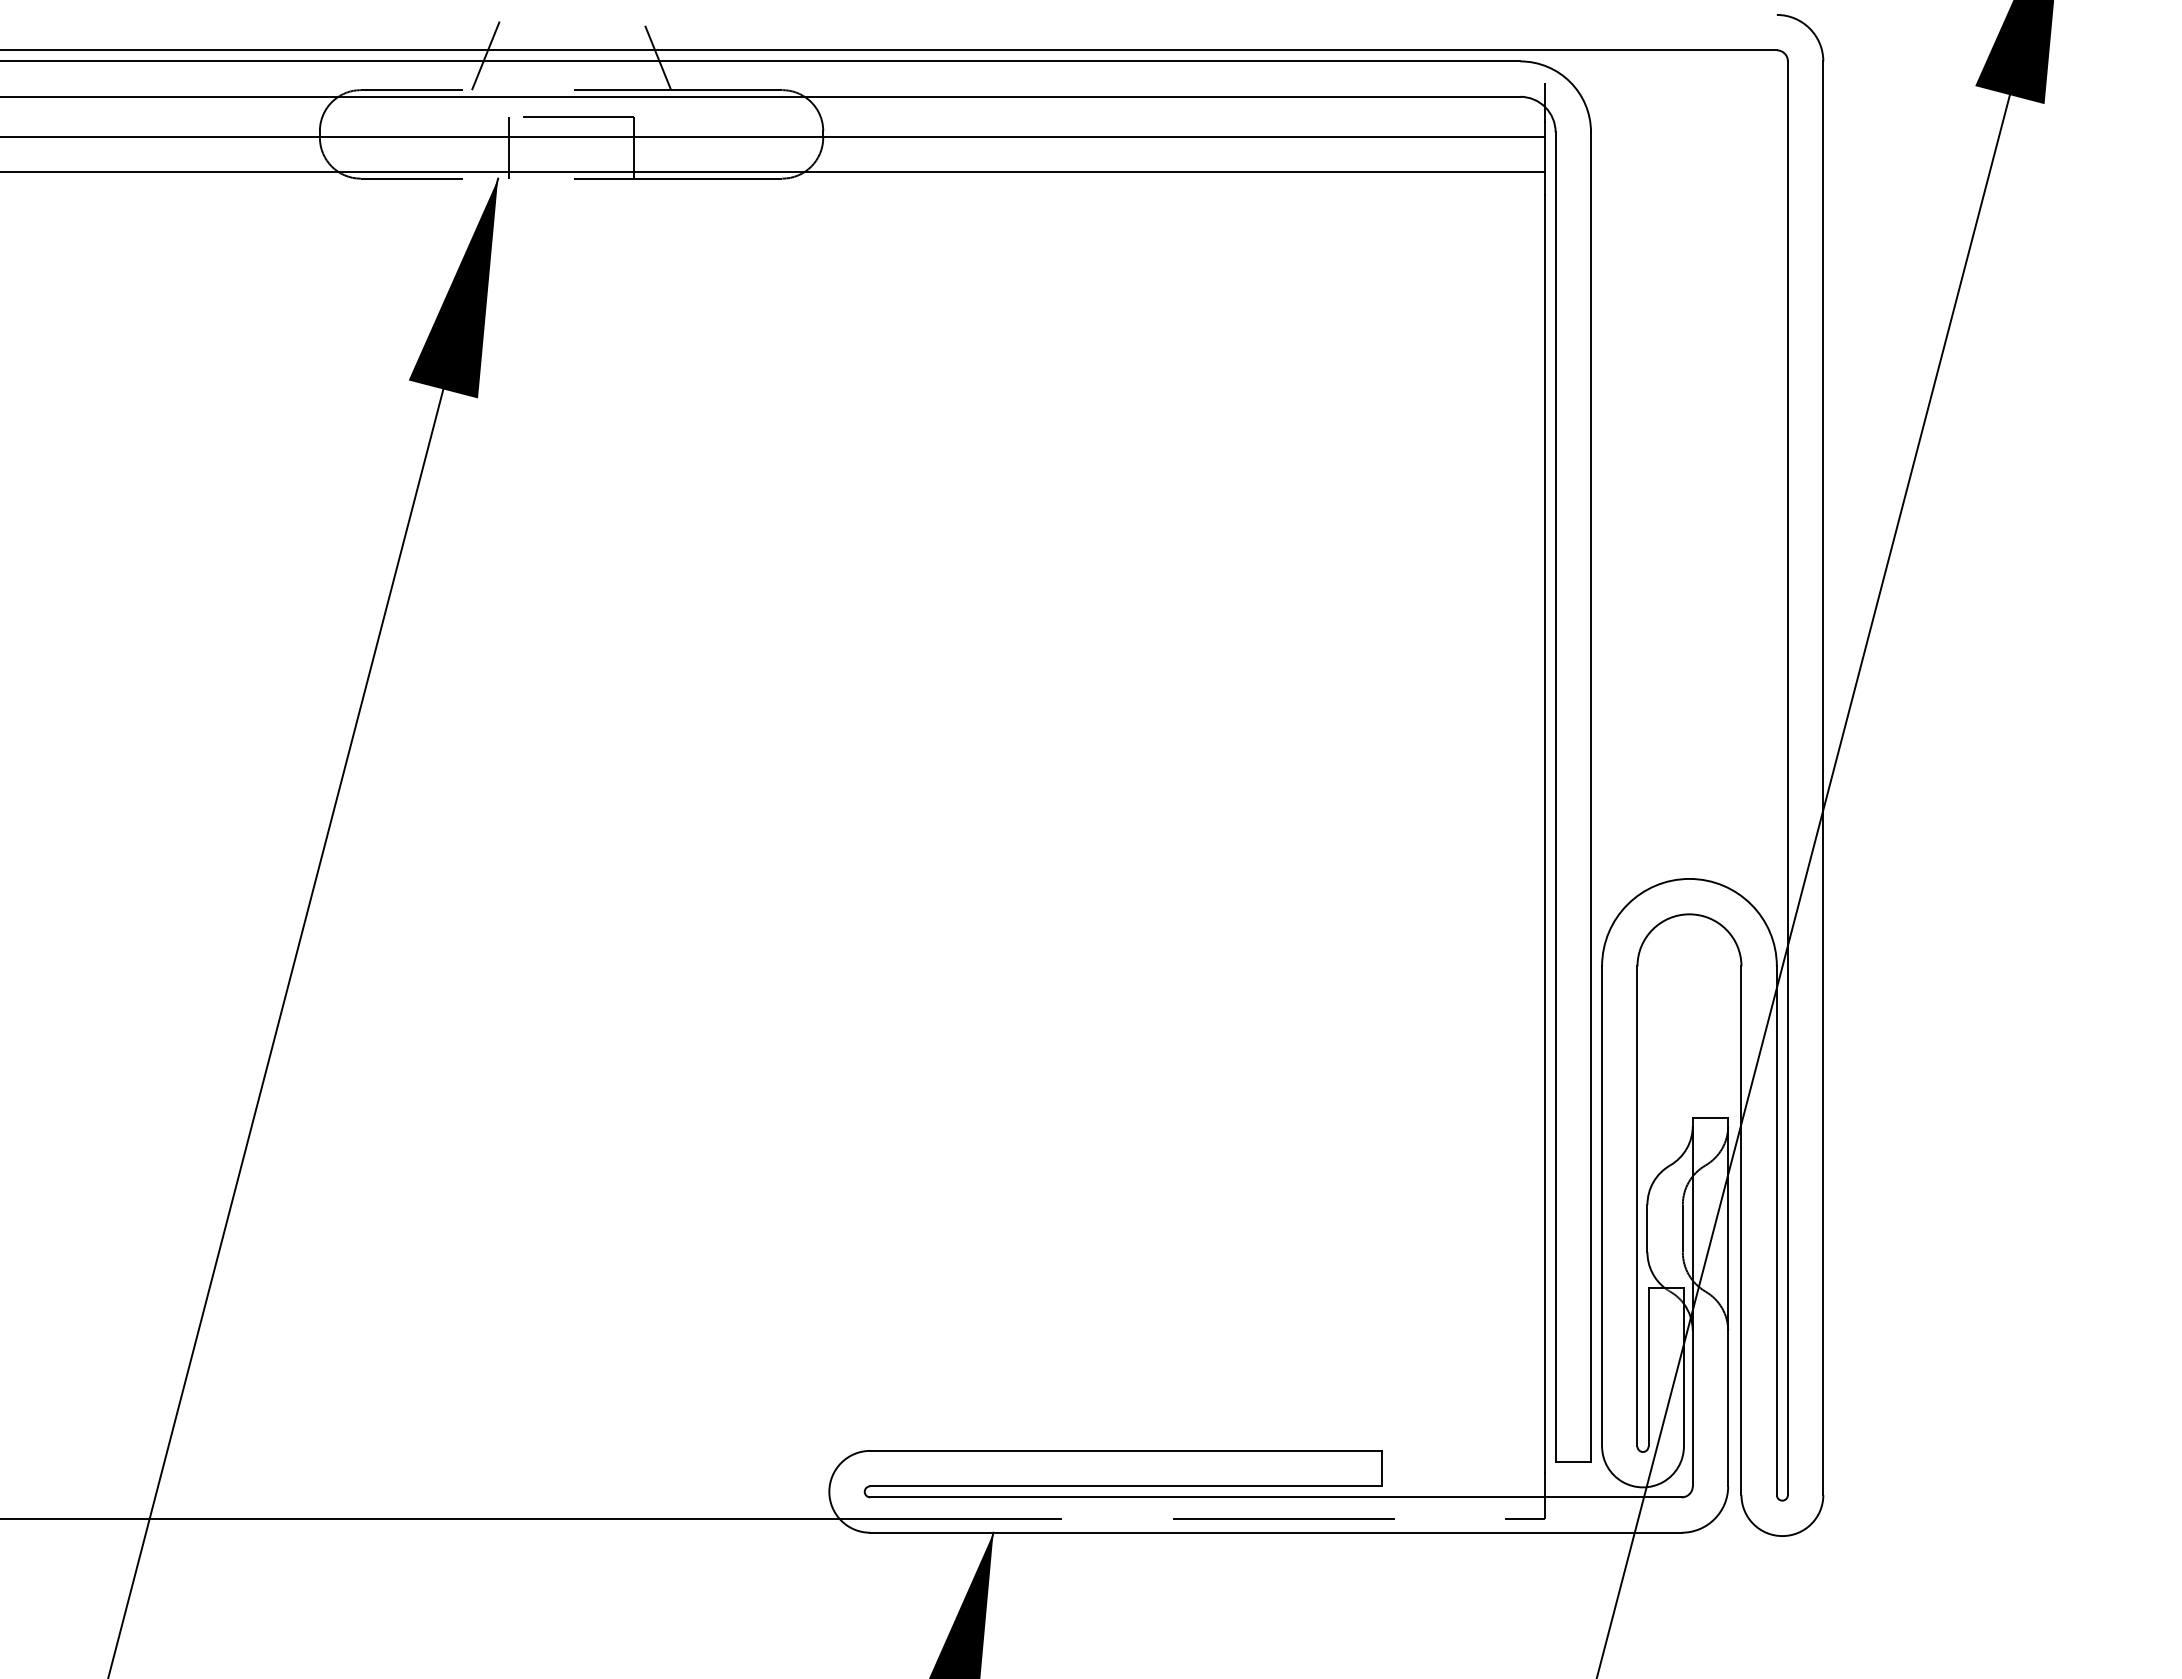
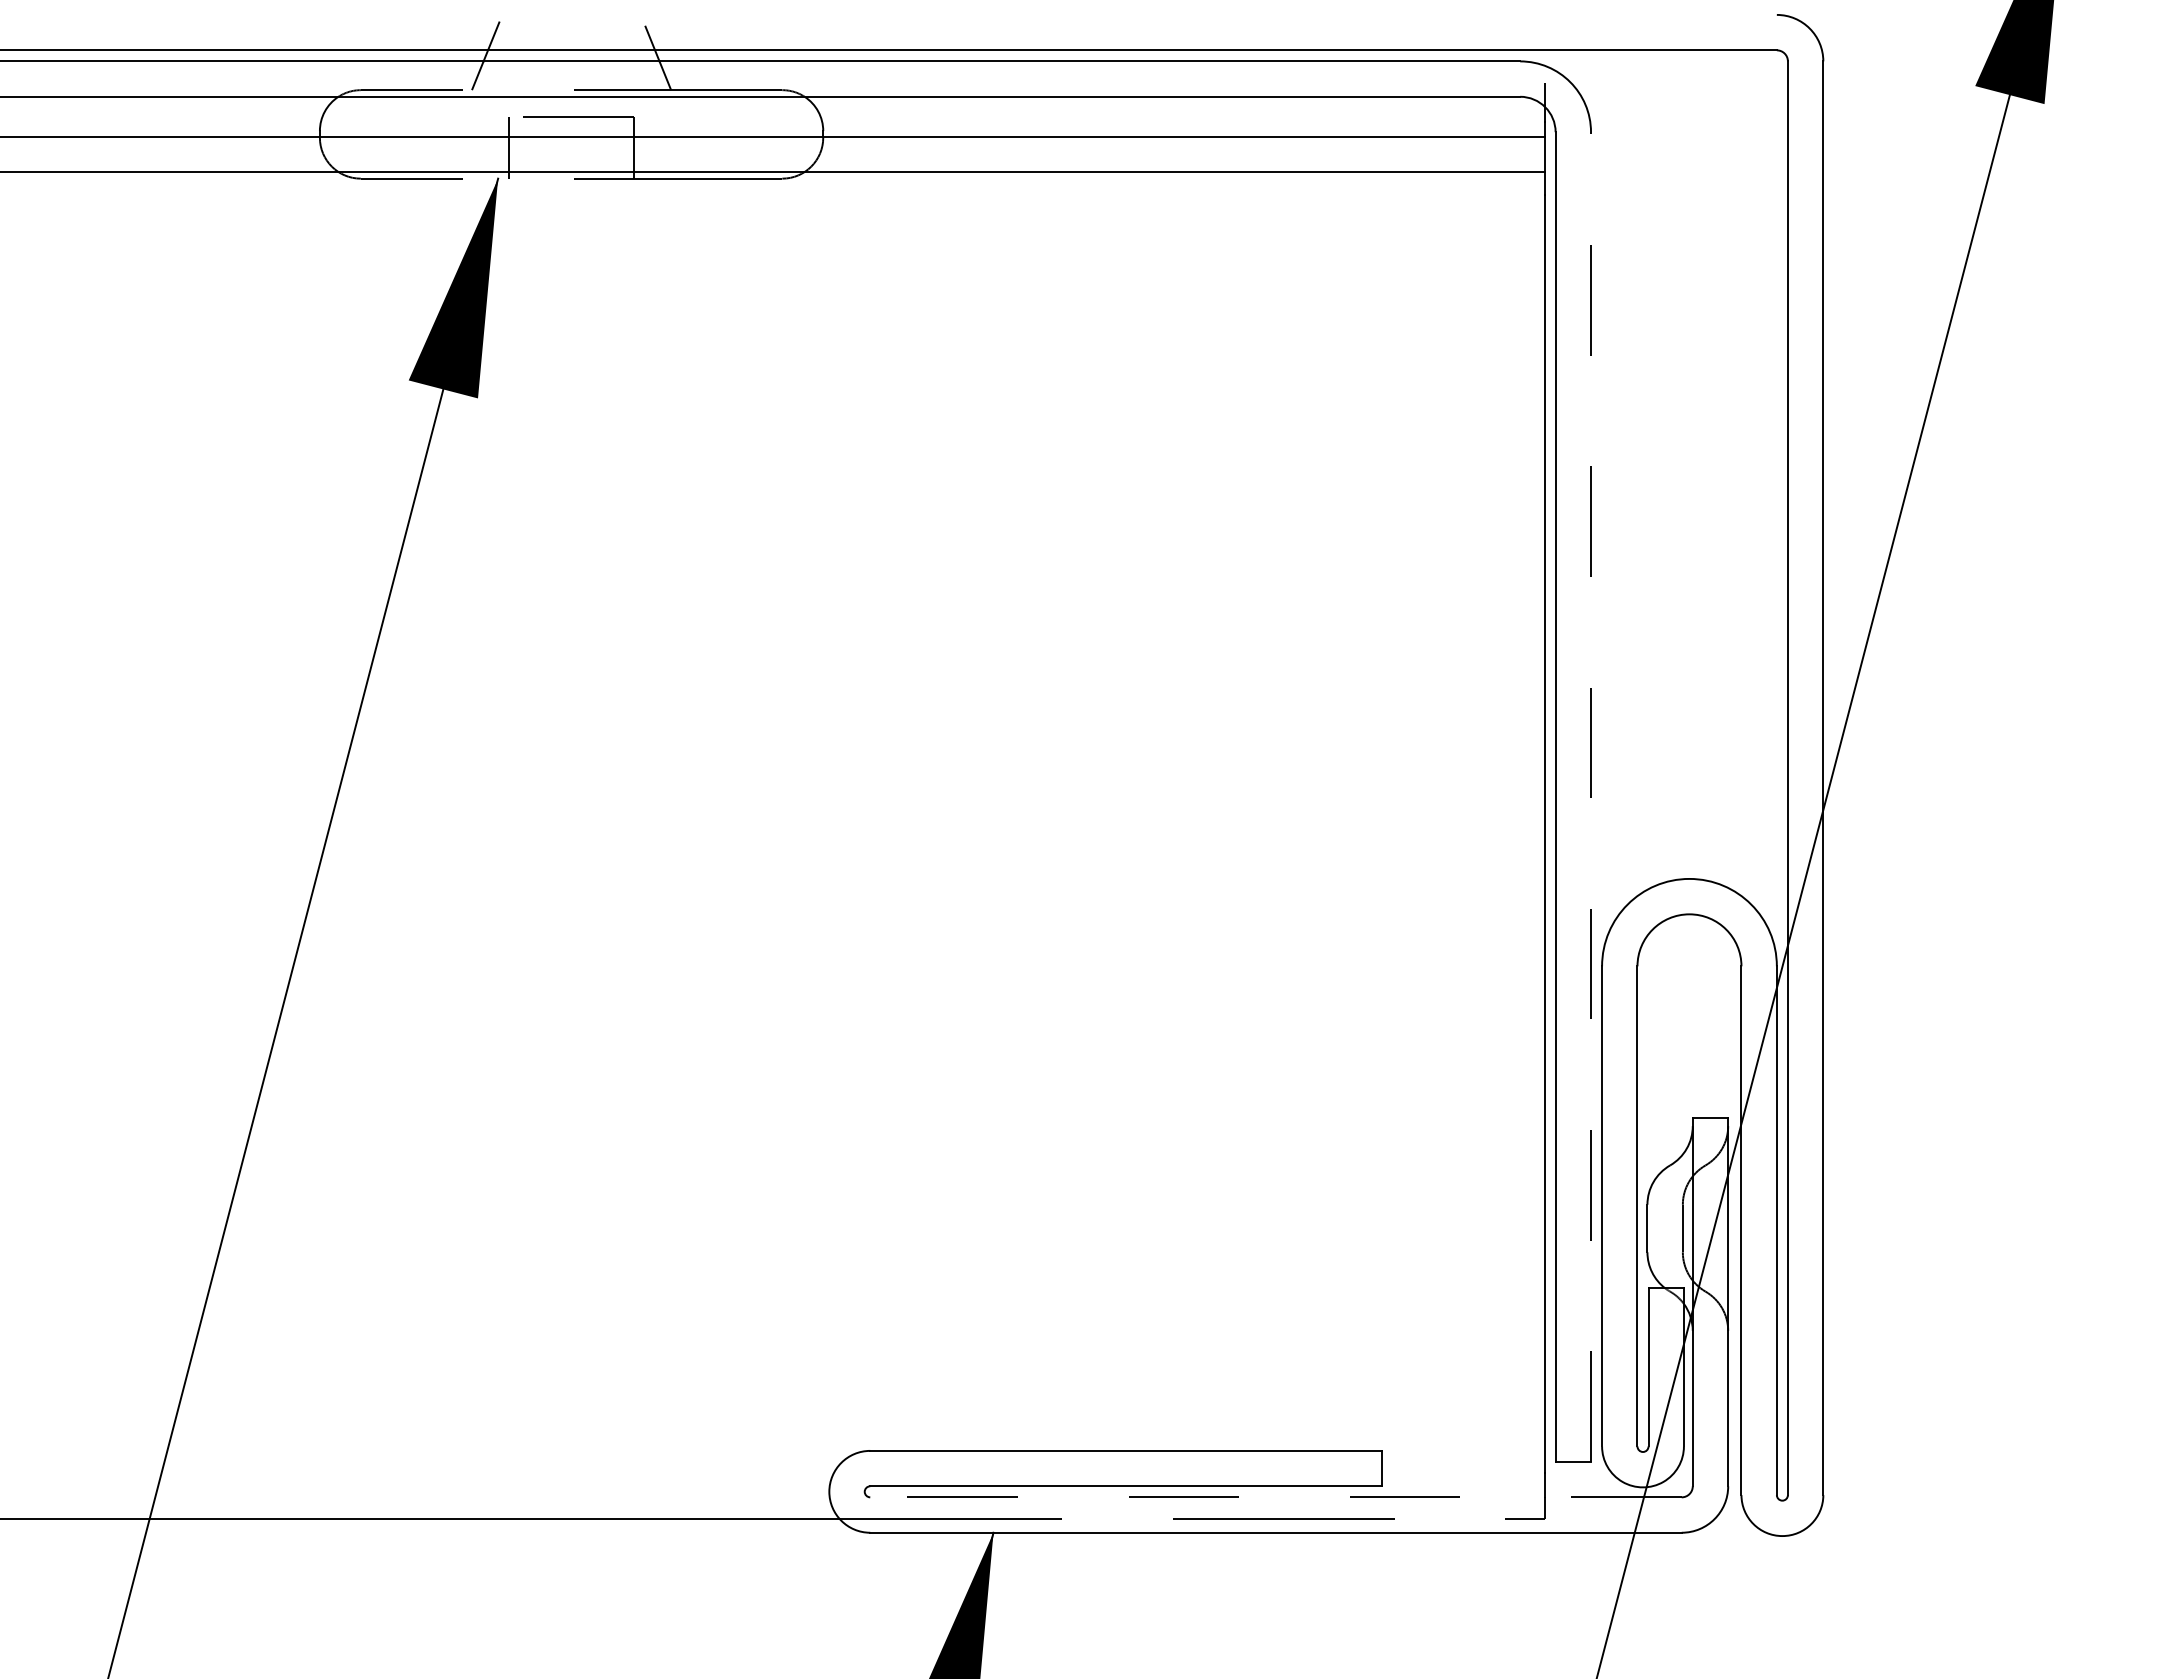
line at (1591, 797): solid -> dashed
line at (1276, 1497): solid -> dashed
